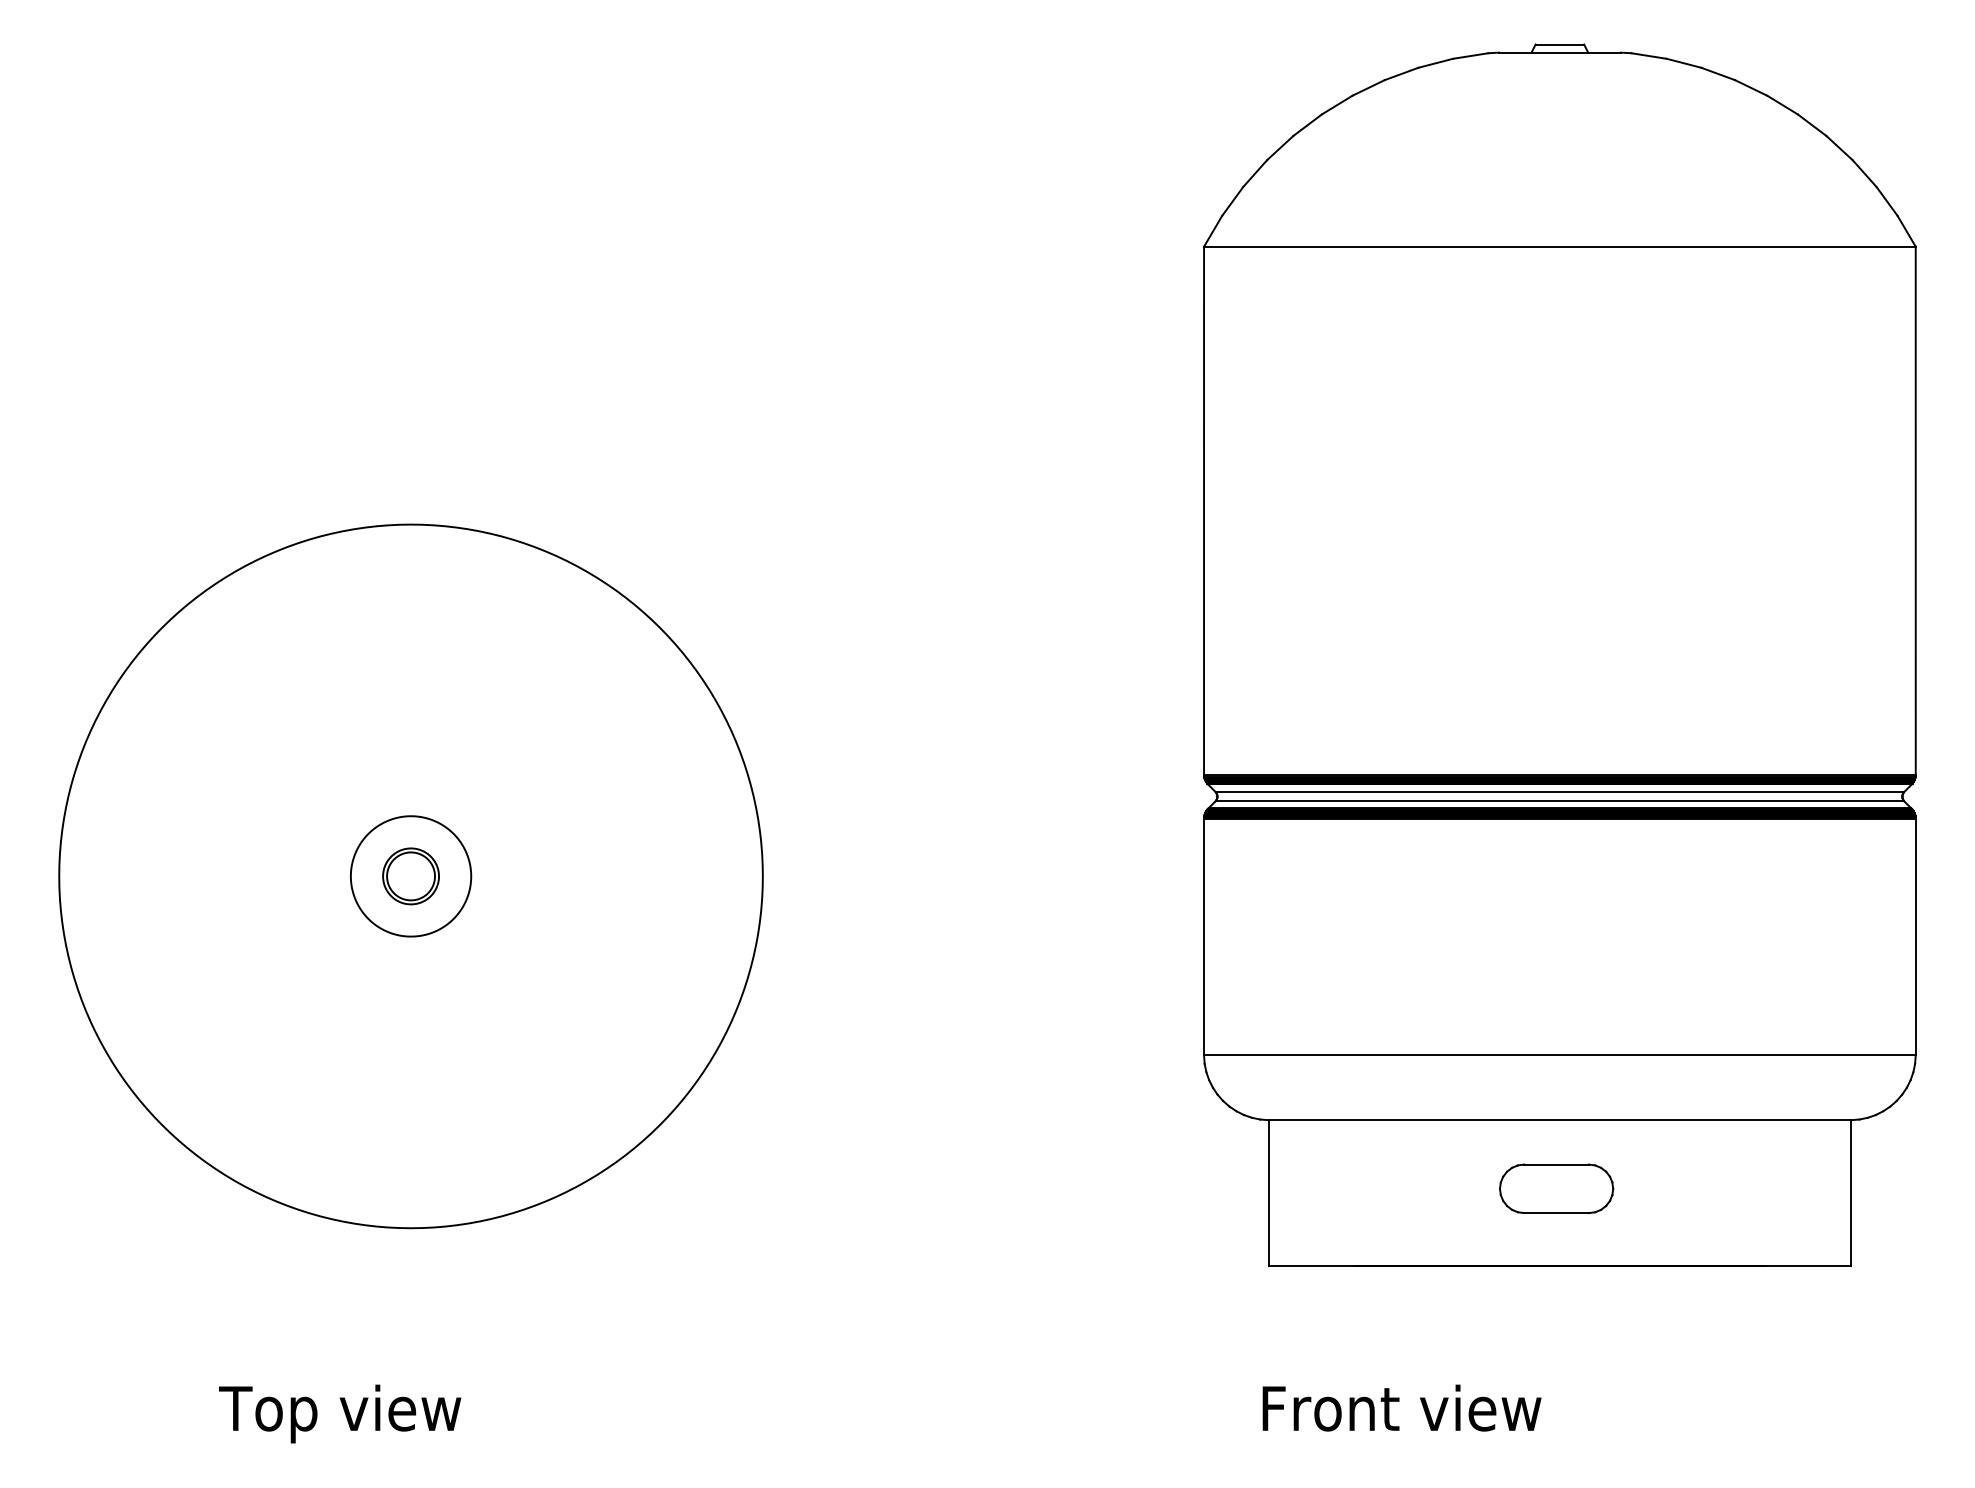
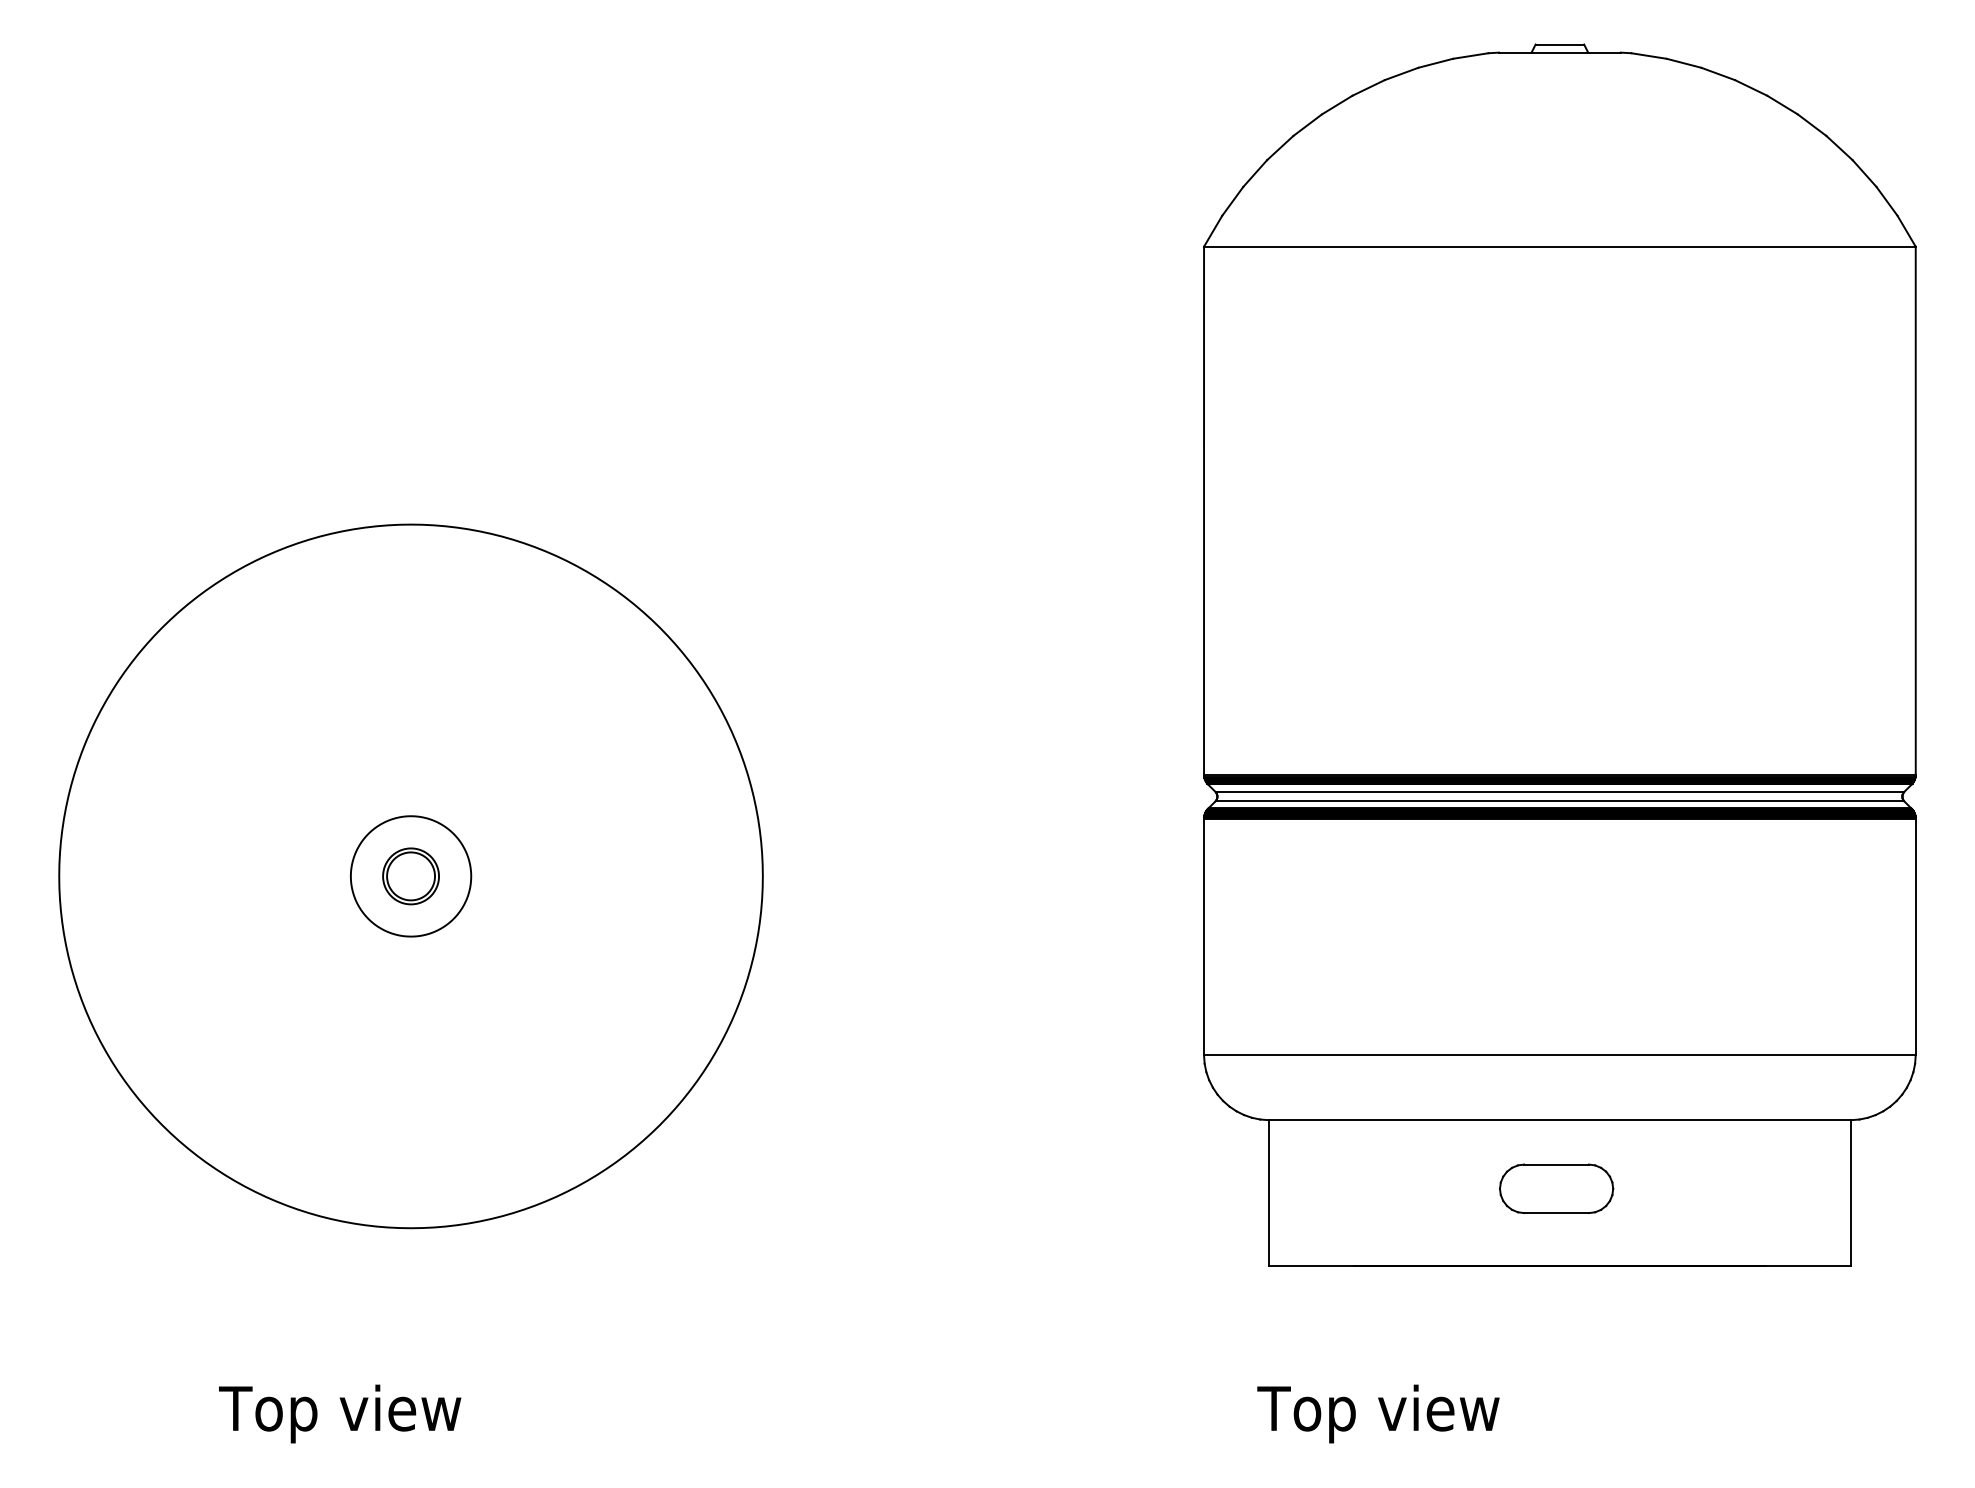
text at (1399, 1413): Front view -> Top view
